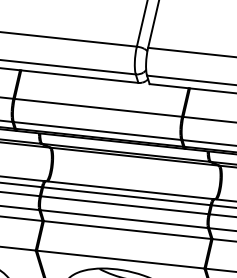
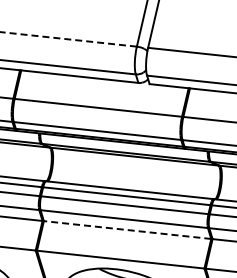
line at (68, 39): solid -> dashed
line at (127, 229): solid -> dashed
